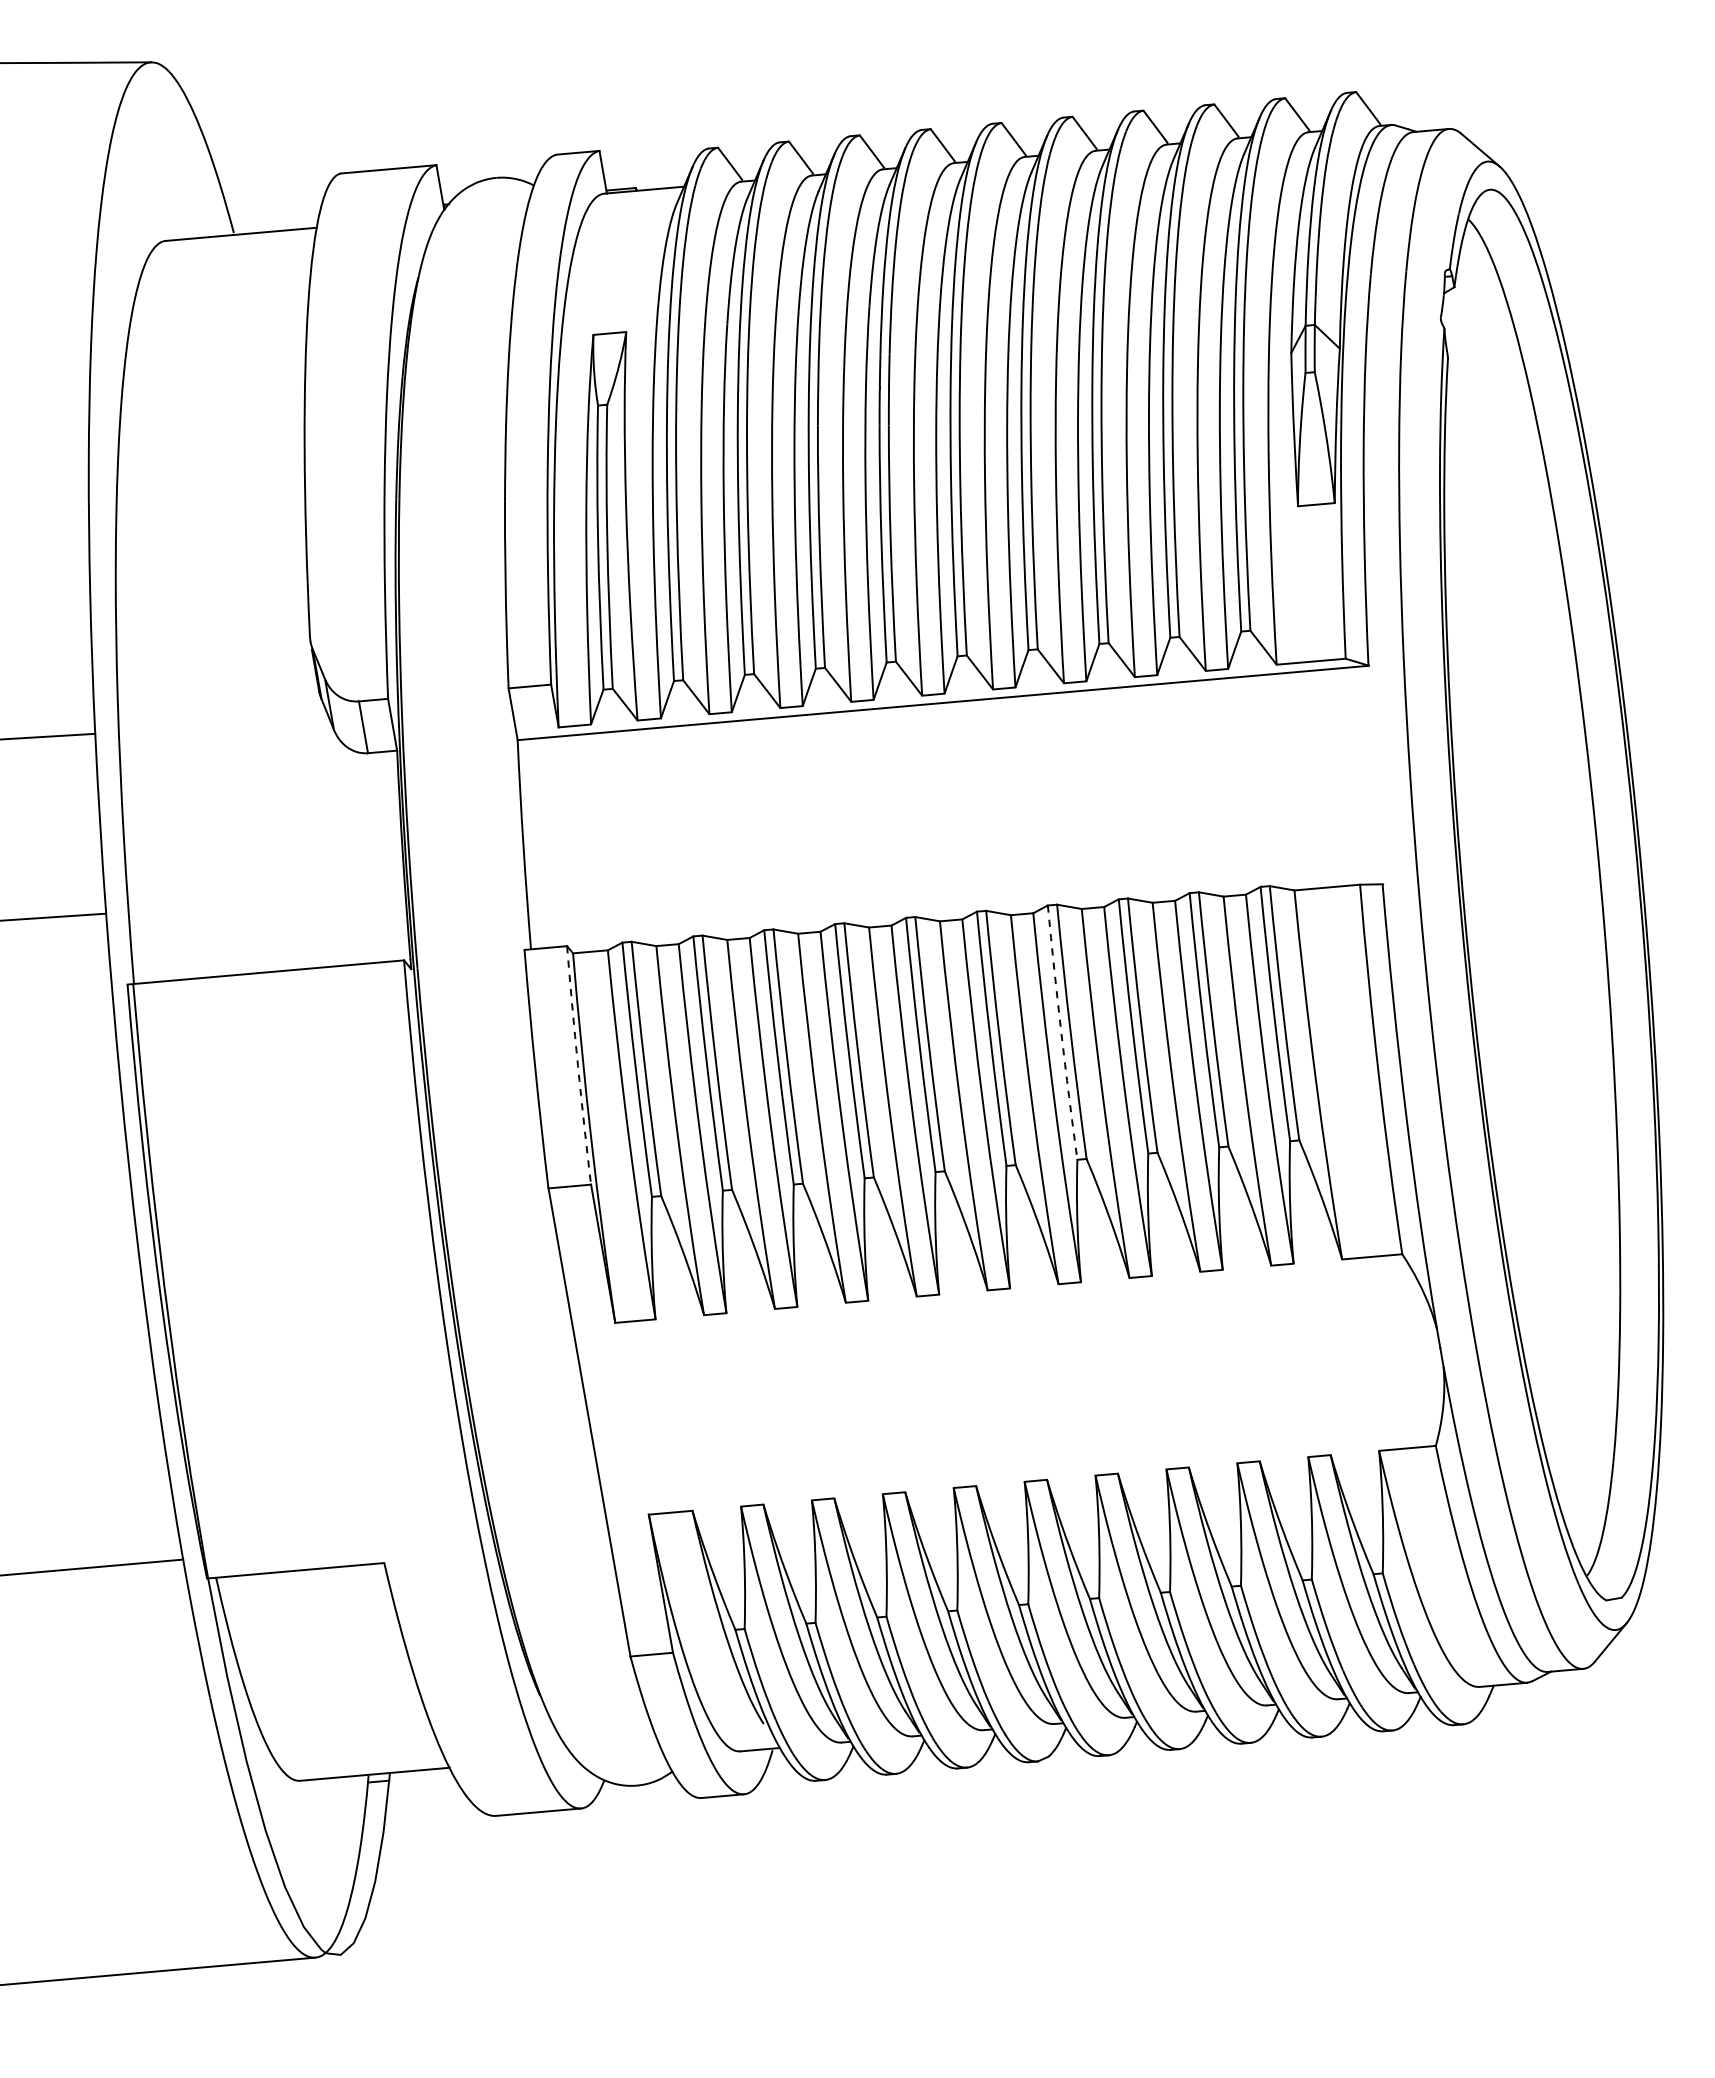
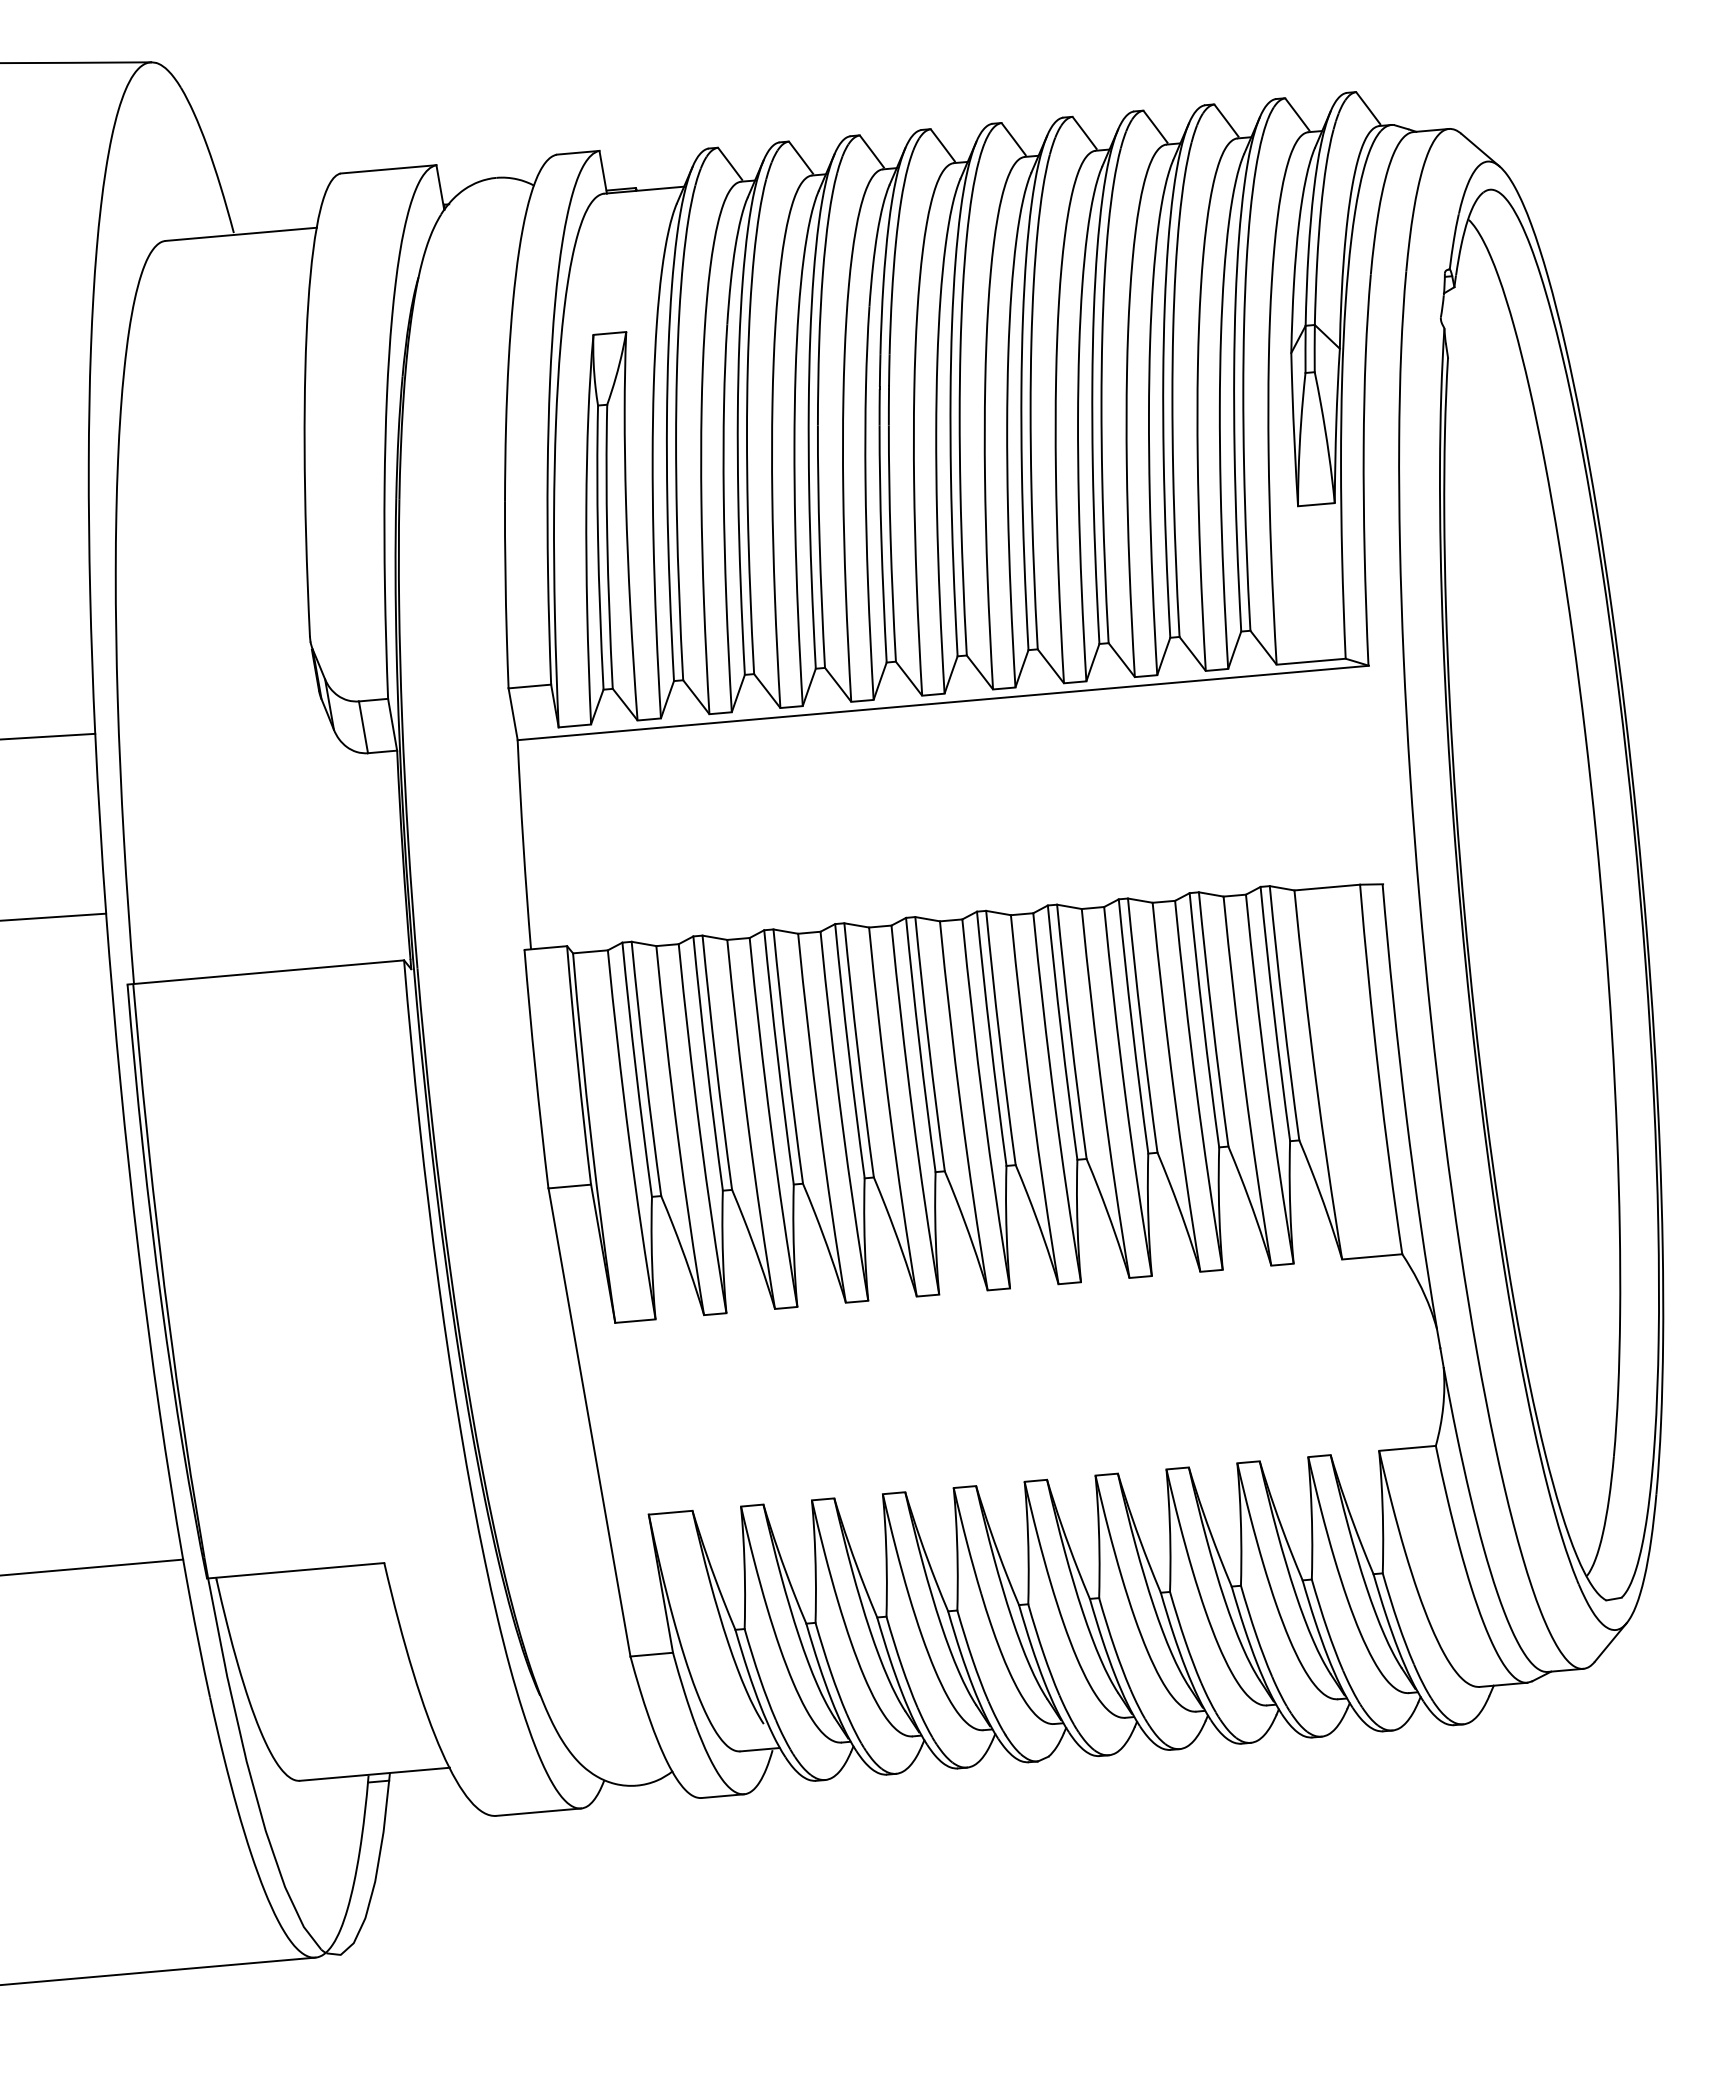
arc at (1061, 1032): dashed -> solid
arc at (577, 1065): dashed -> solid
